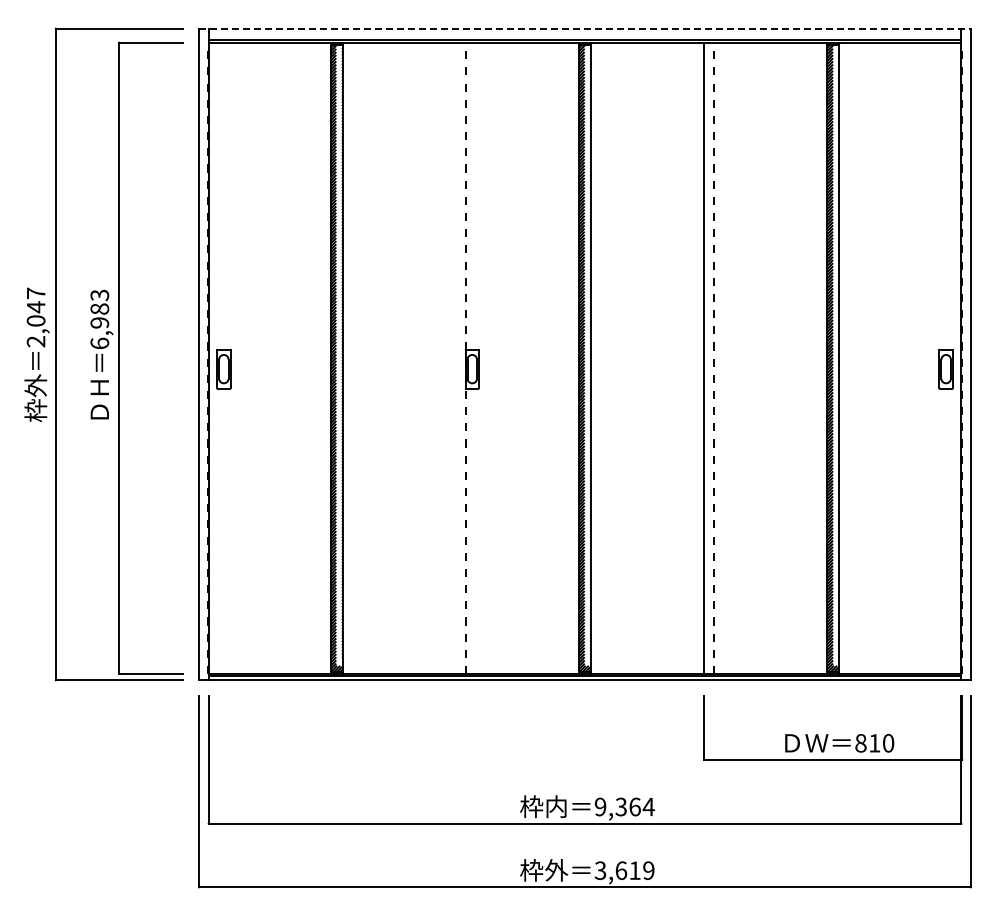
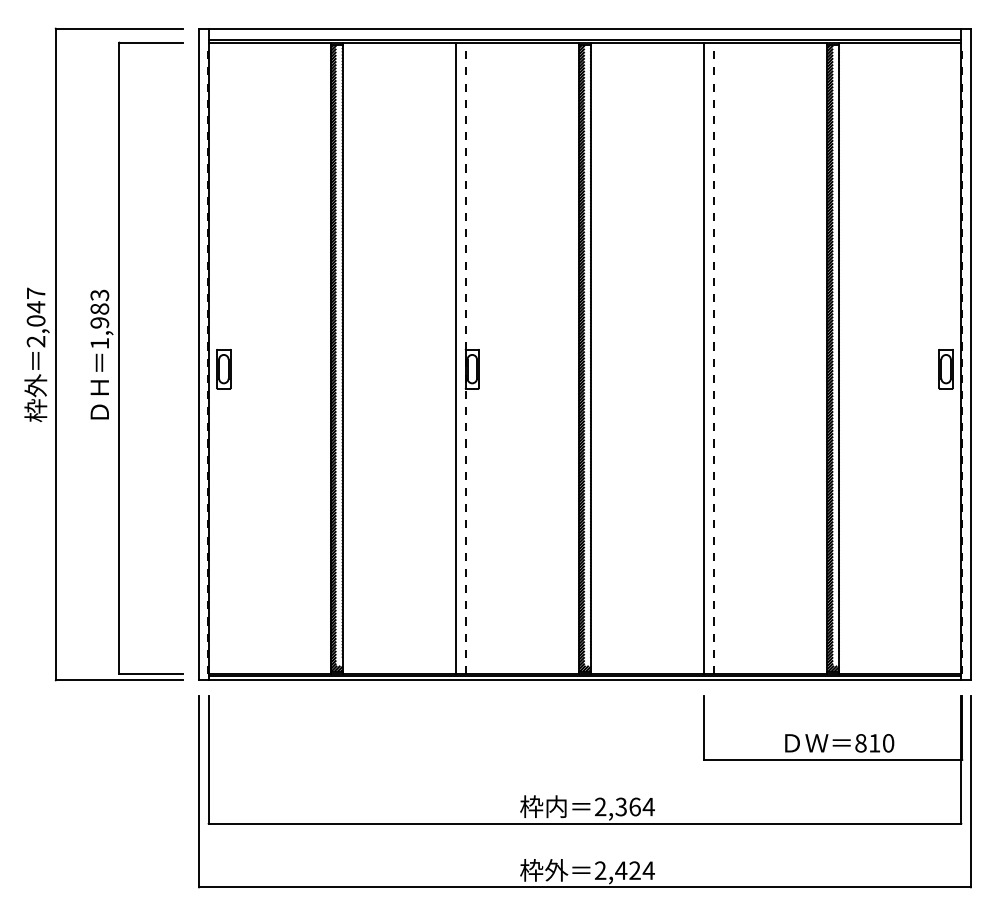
line at (585, 28): dashed -> solid
text at (99, 342): 6,983 -> 1,983
line at (456, 358): none -> present
text at (600, 807): 9,364 -> 2,364
text at (624, 870): 3,619 -> 2,424
